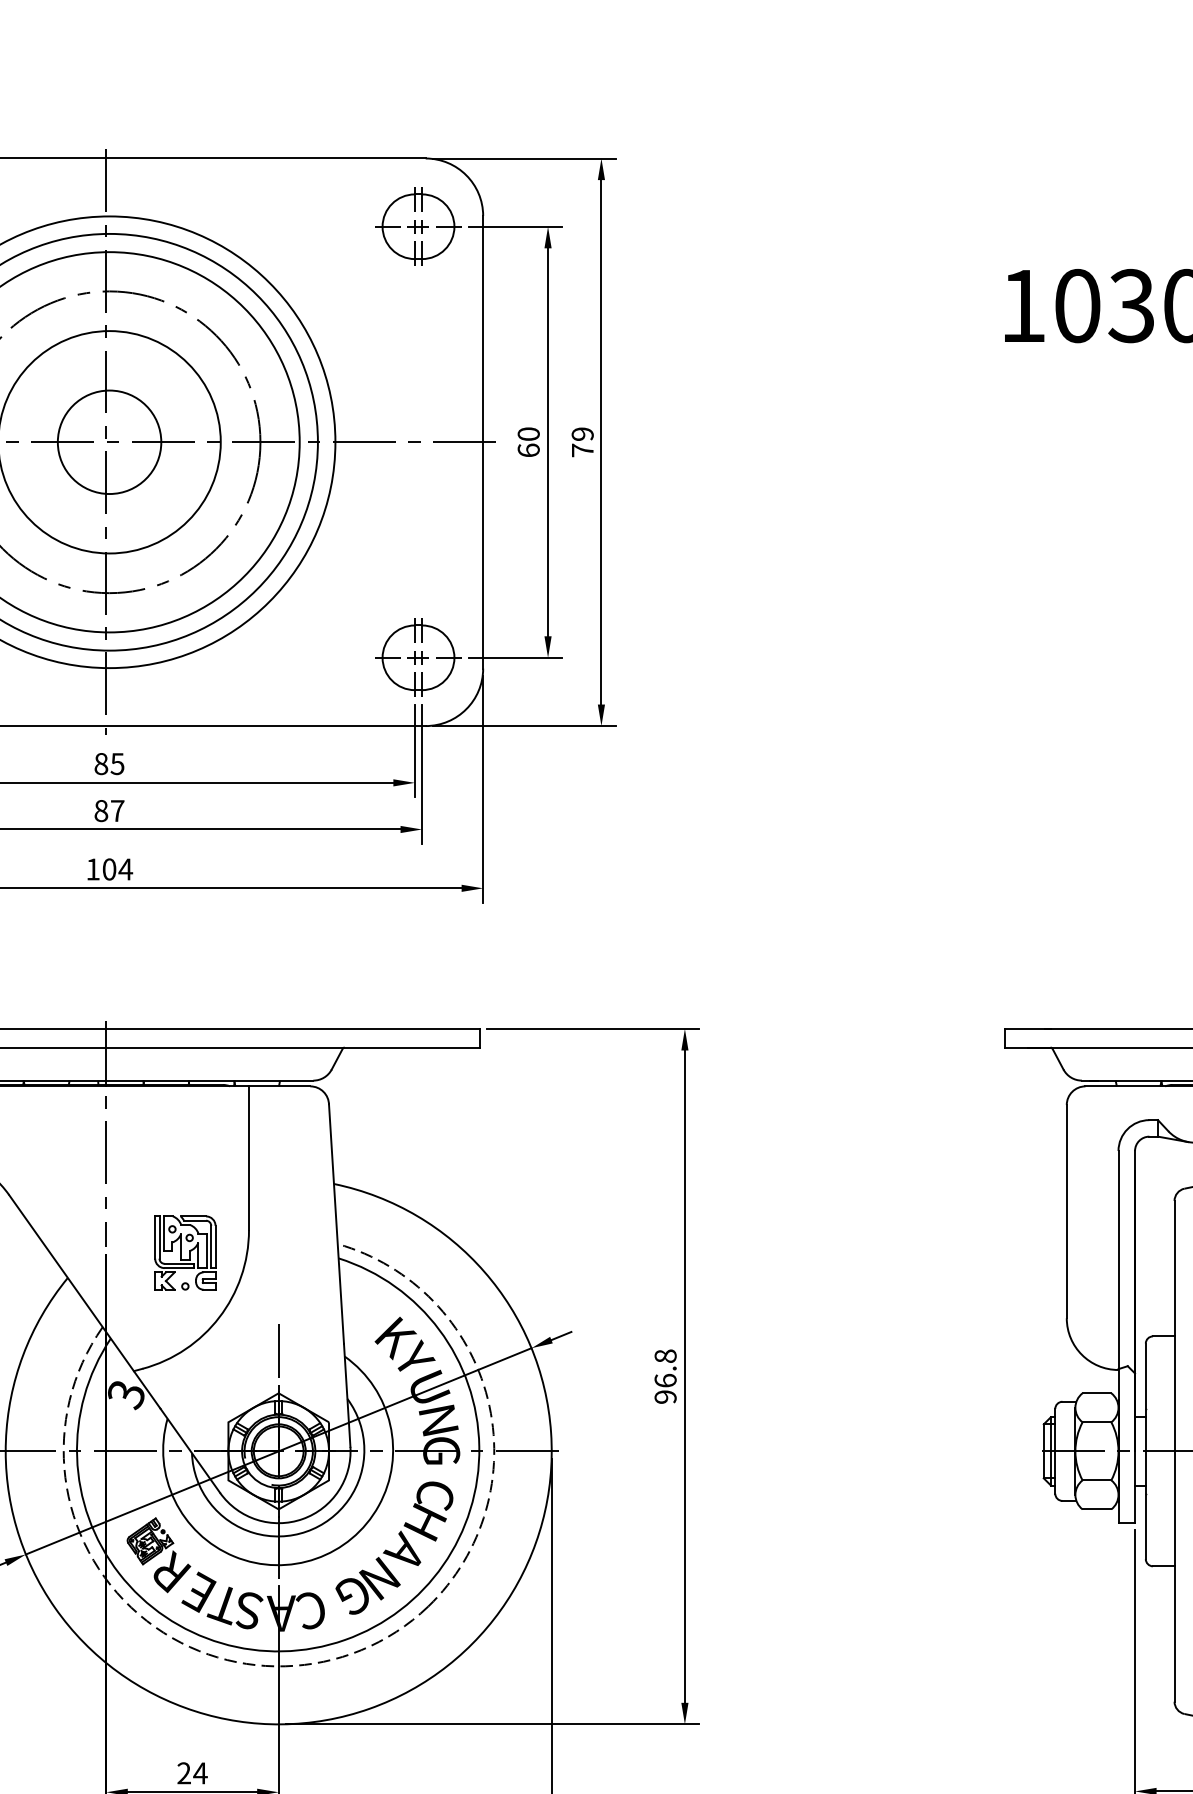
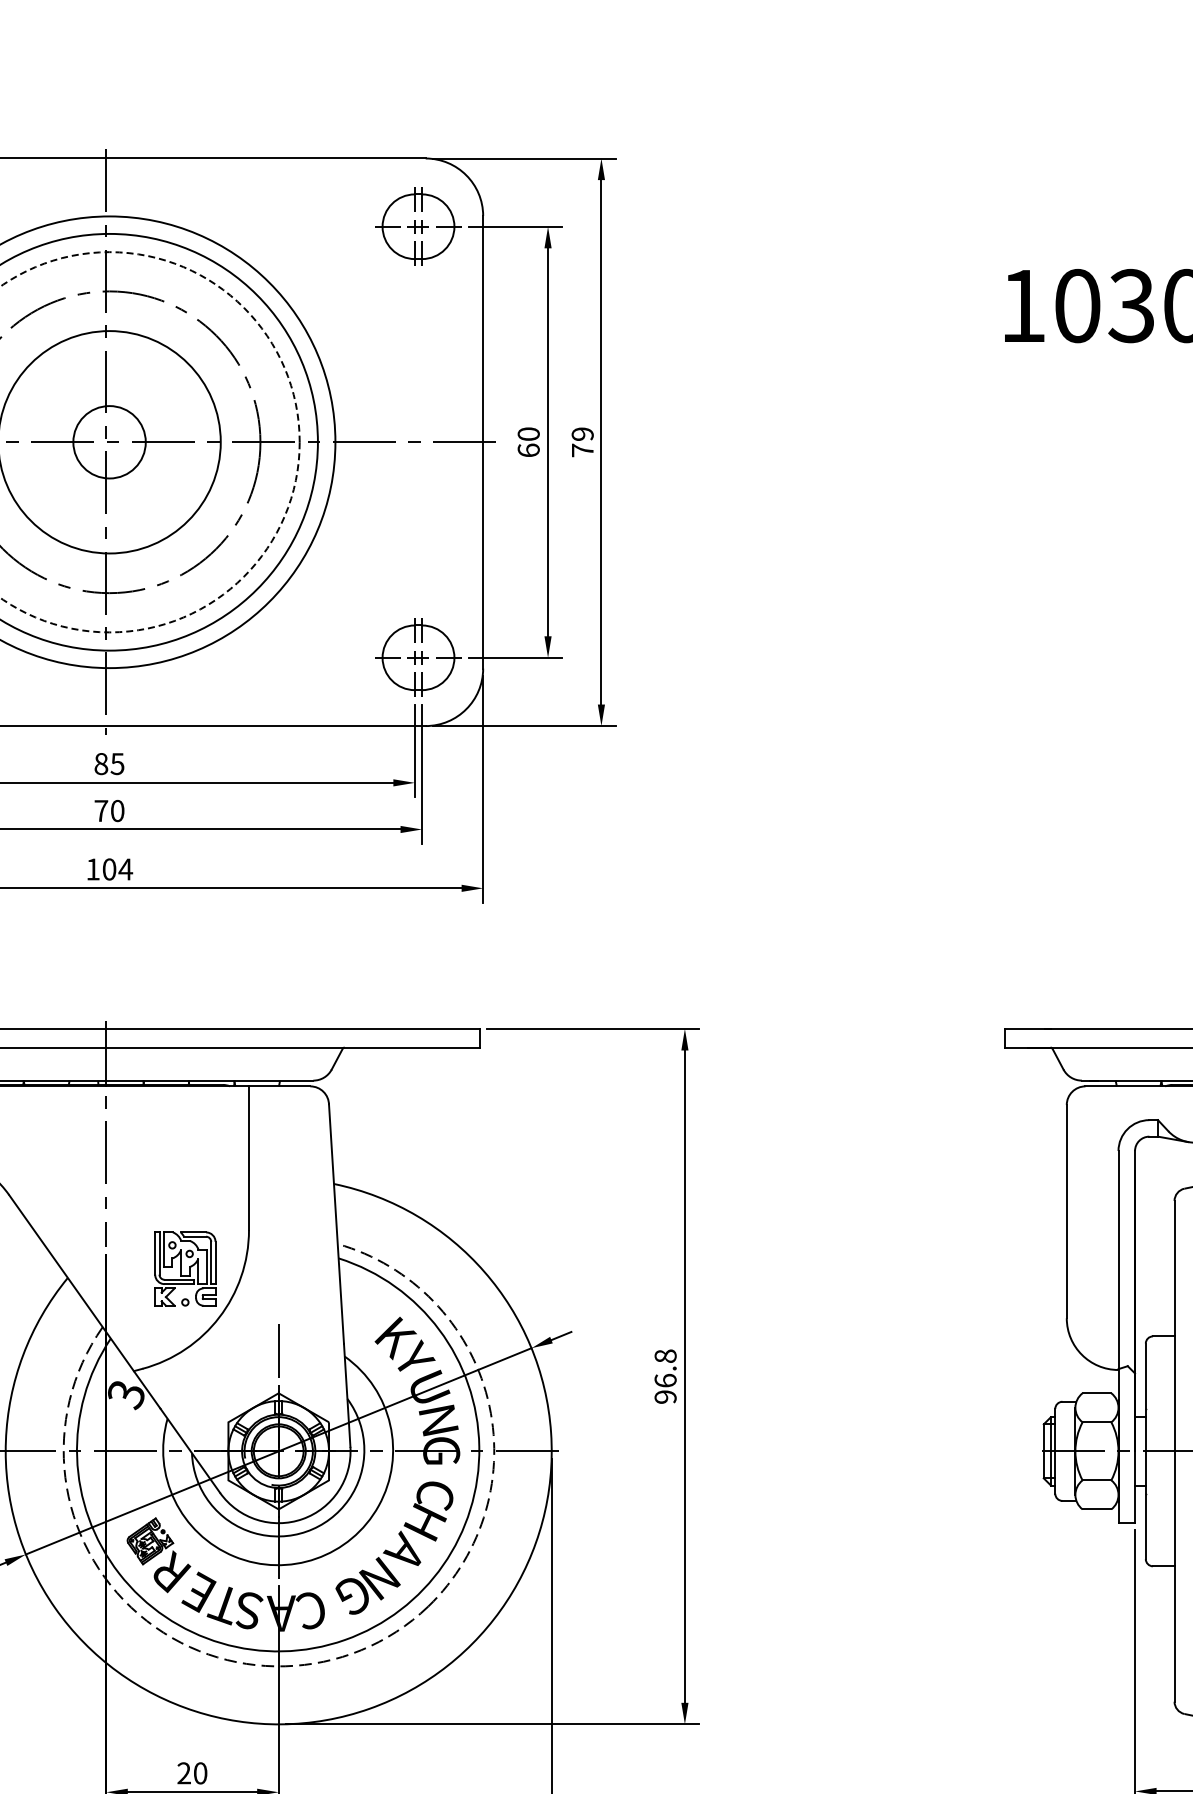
circle at (109, 442) diameter: 103 px -> 72 px
circle at (149, 442): solid -> dashed
text at (109, 810): 87 -> 70
part at (185, 1252) position: (185, 1252) -> (185, 1268)
text at (200, 1773): 24 -> 20
